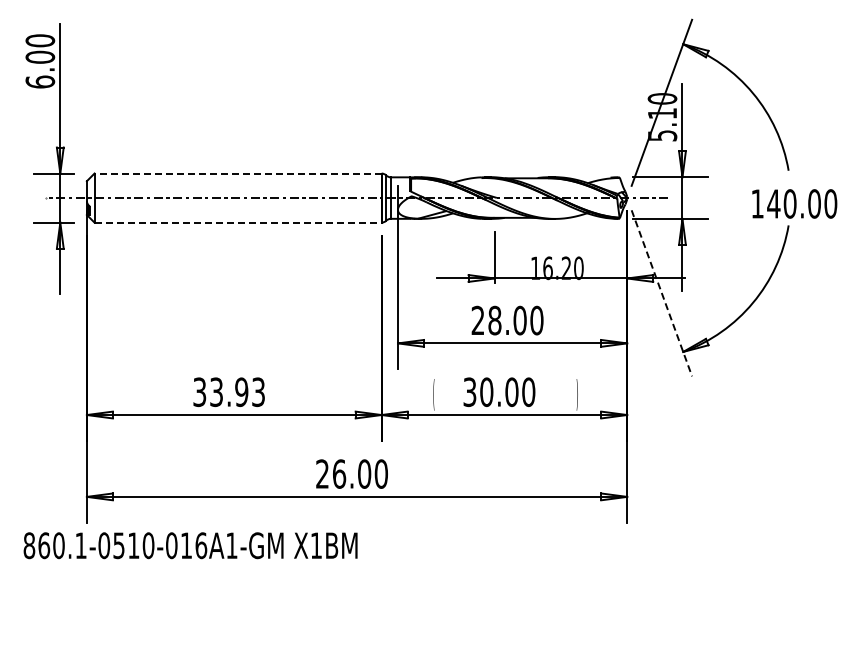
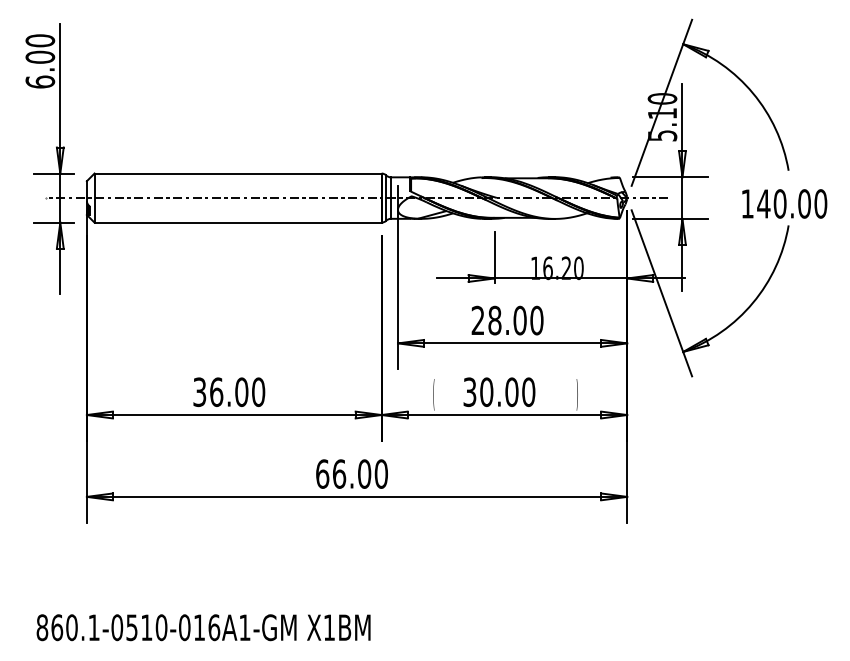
line at (238, 173): dashed -> solid
text at (794, 203) position: (794, 203) -> (784, 203)
line at (238, 222): dashed -> solid
line at (662, 293): dashed -> solid
text at (237, 392): 33.93 -> 36.00
text at (322, 473): 26.00 -> 66.00
text at (190, 545) position: (190, 545) -> (203, 627)
